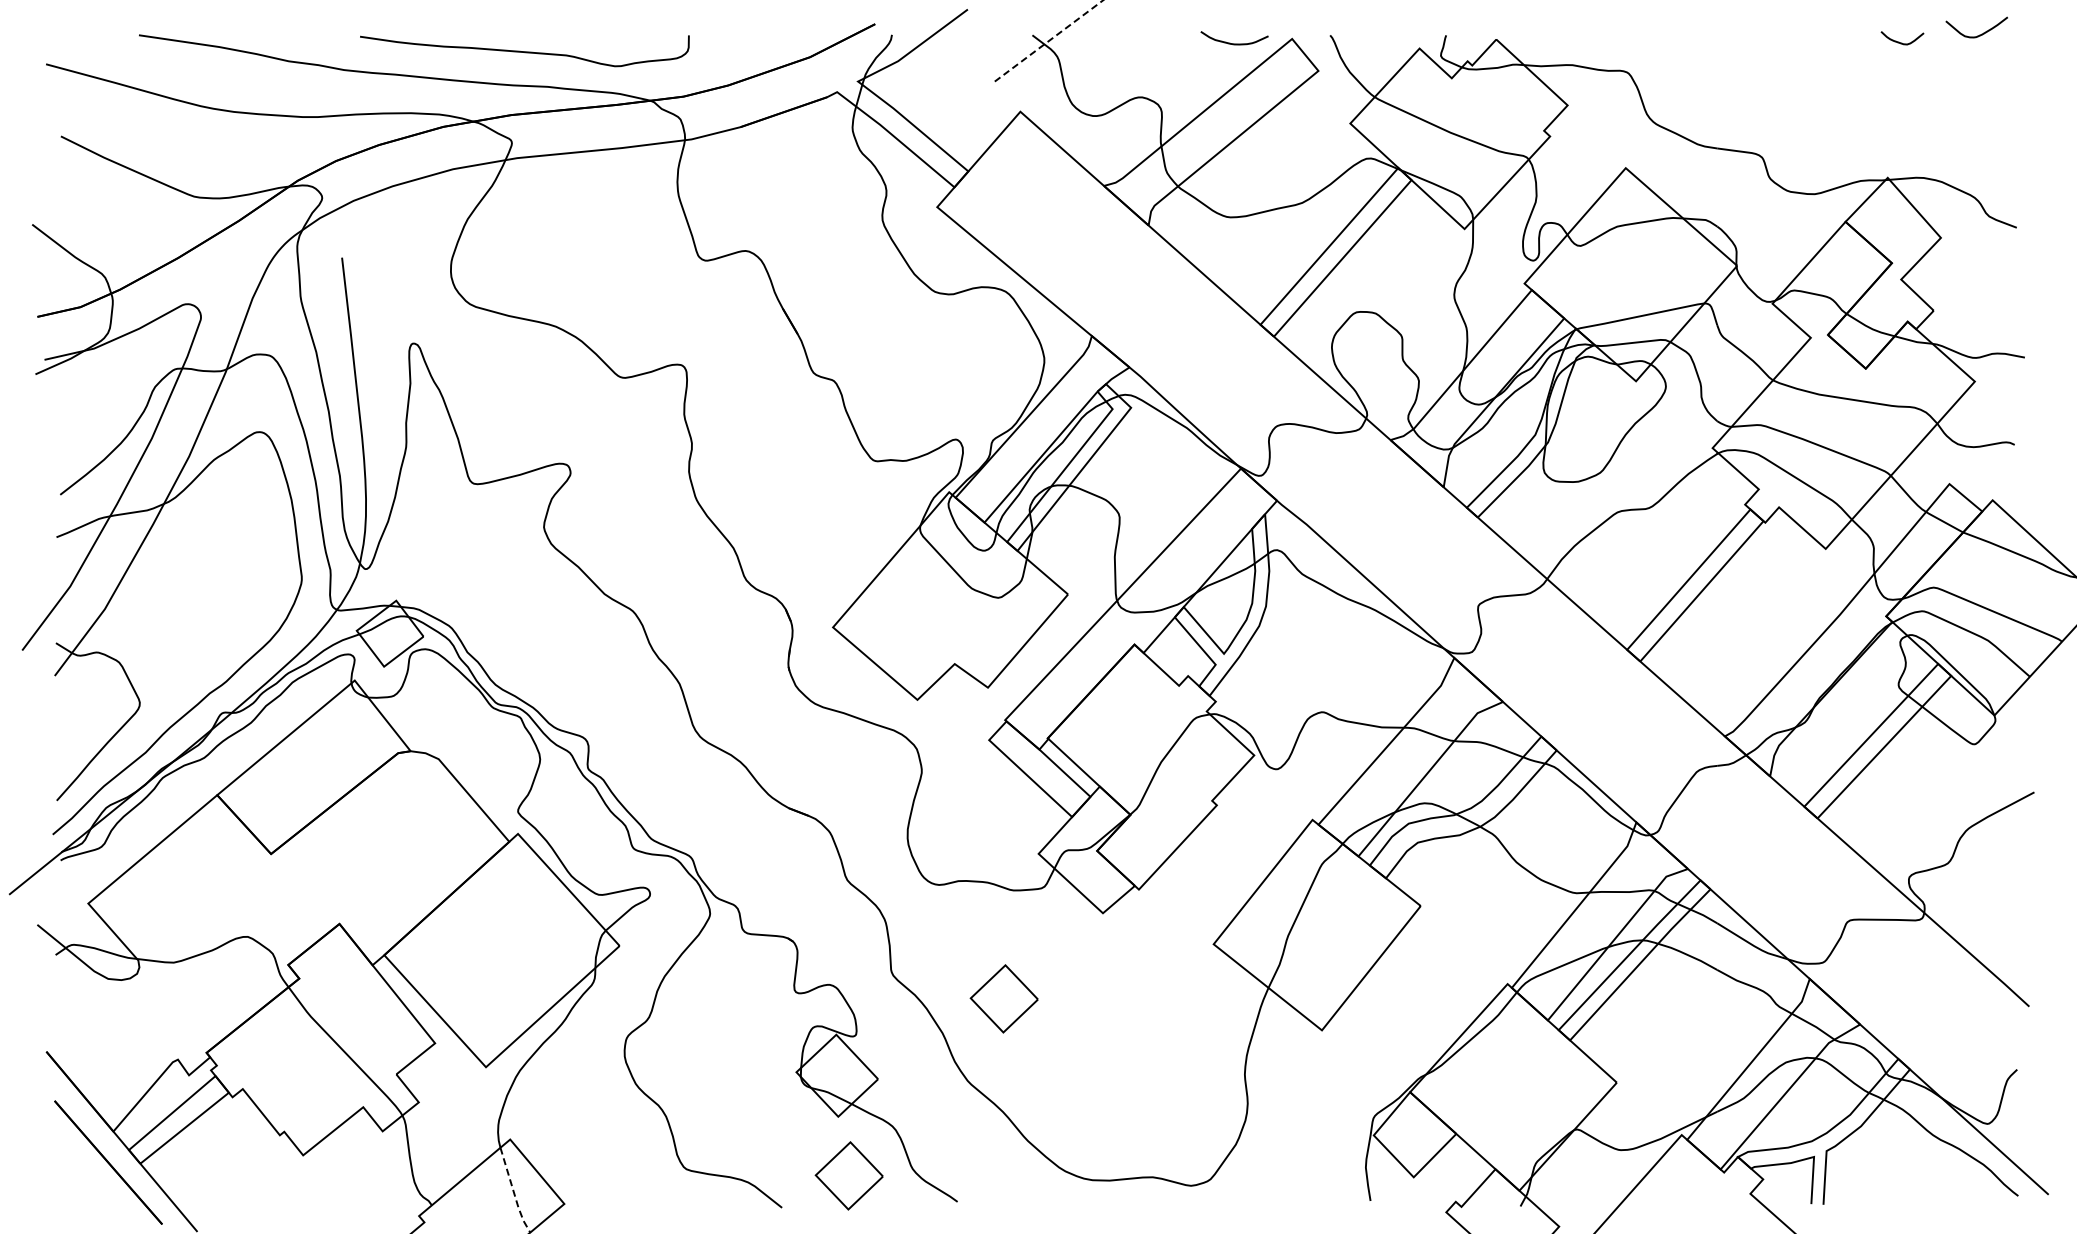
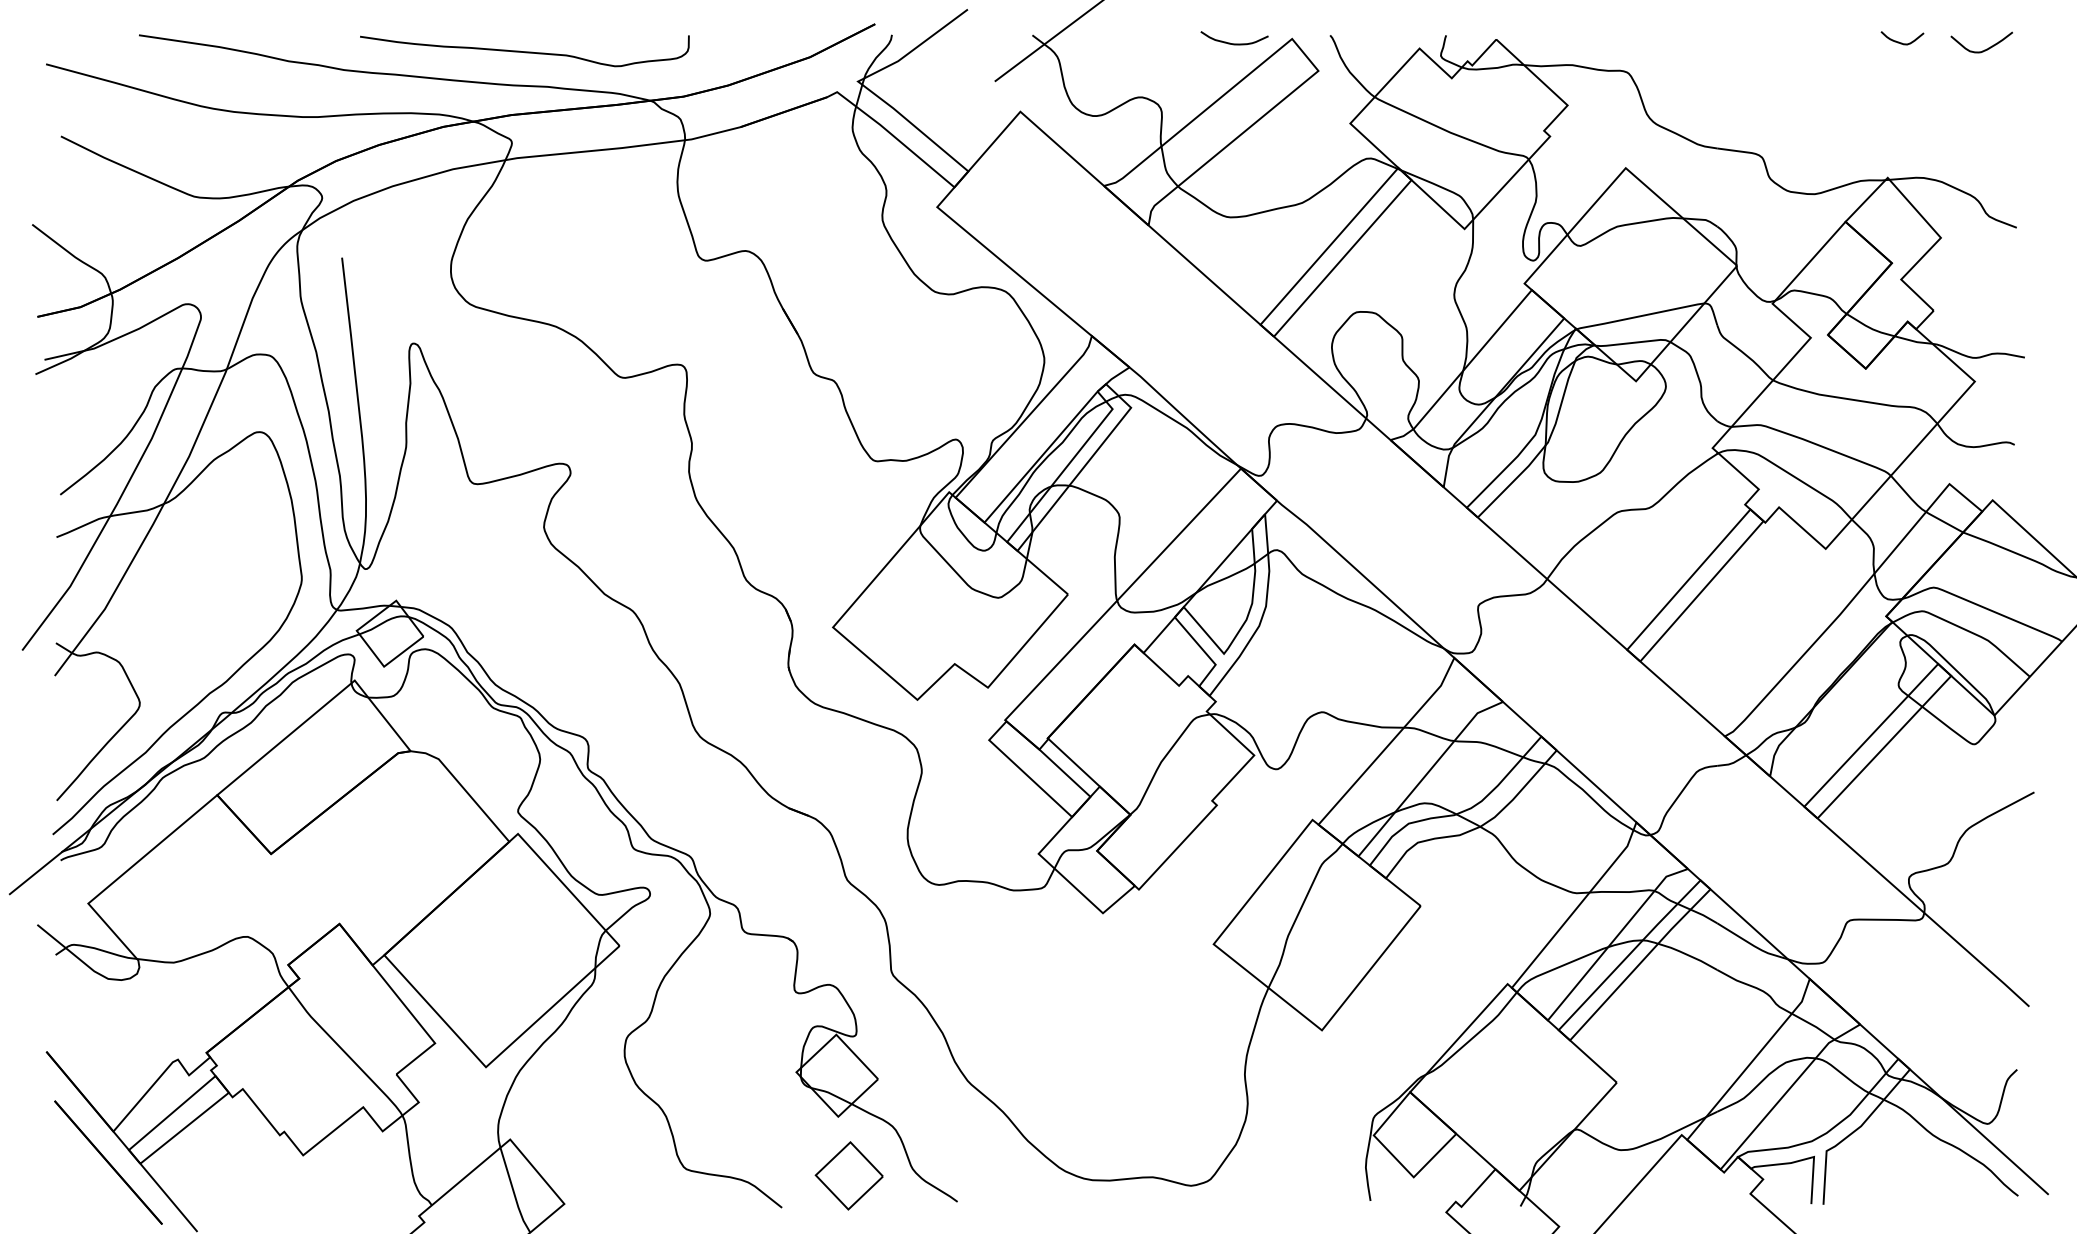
curve at (1979, 34) position: (1979, 34) -> (1984, 49)
line at (1049, 40): dashed -> solid
part at (1003, 998): present -> none
line at (513, 1192): dashed -> solid
